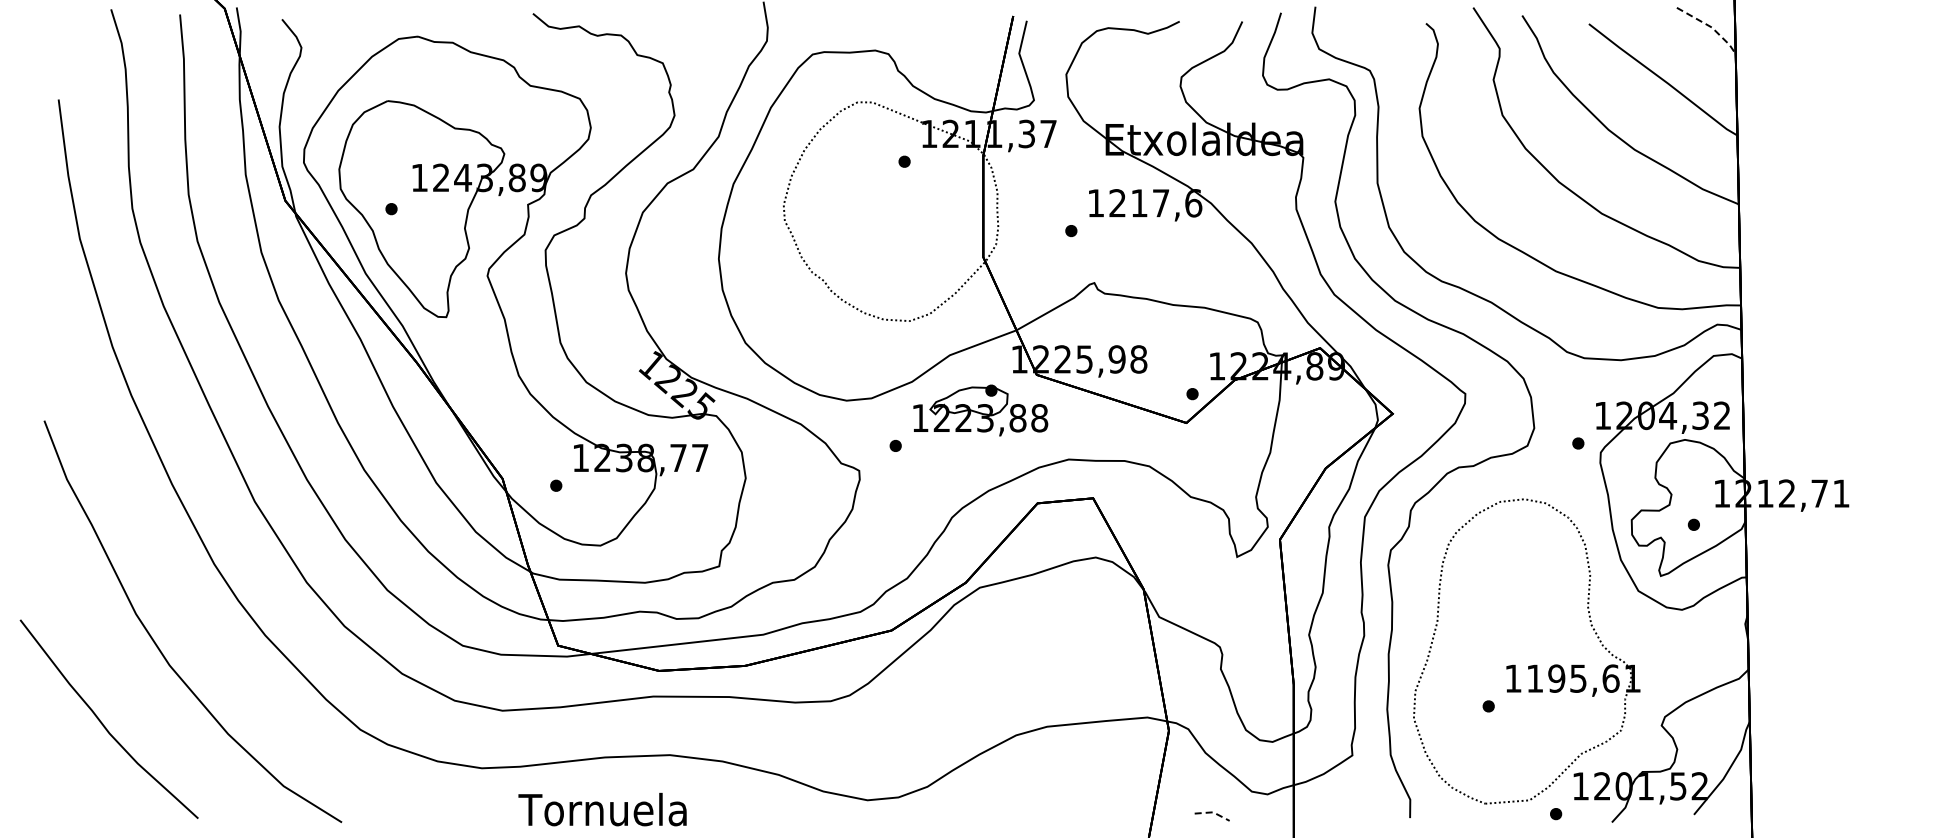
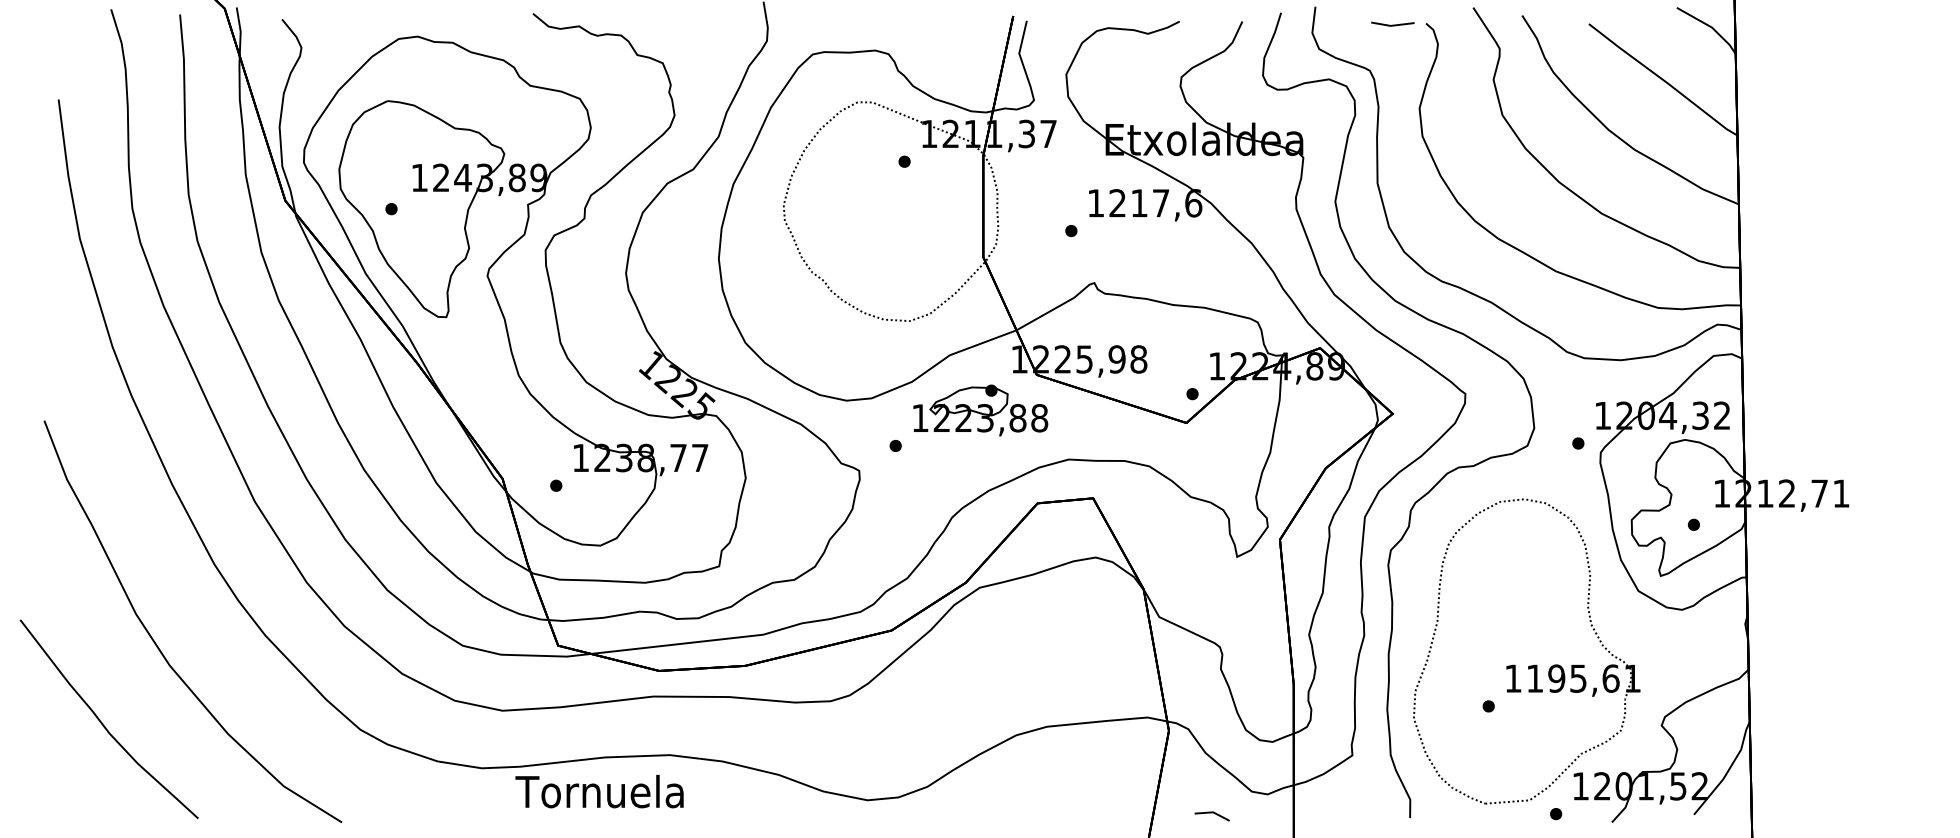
line at (1392, 24): none -> present
line at (1711, 27): dashed -> solid
text at (602, 809) position: (602, 809) -> (599, 791)
line at (1213, 812): dashed -> solid
